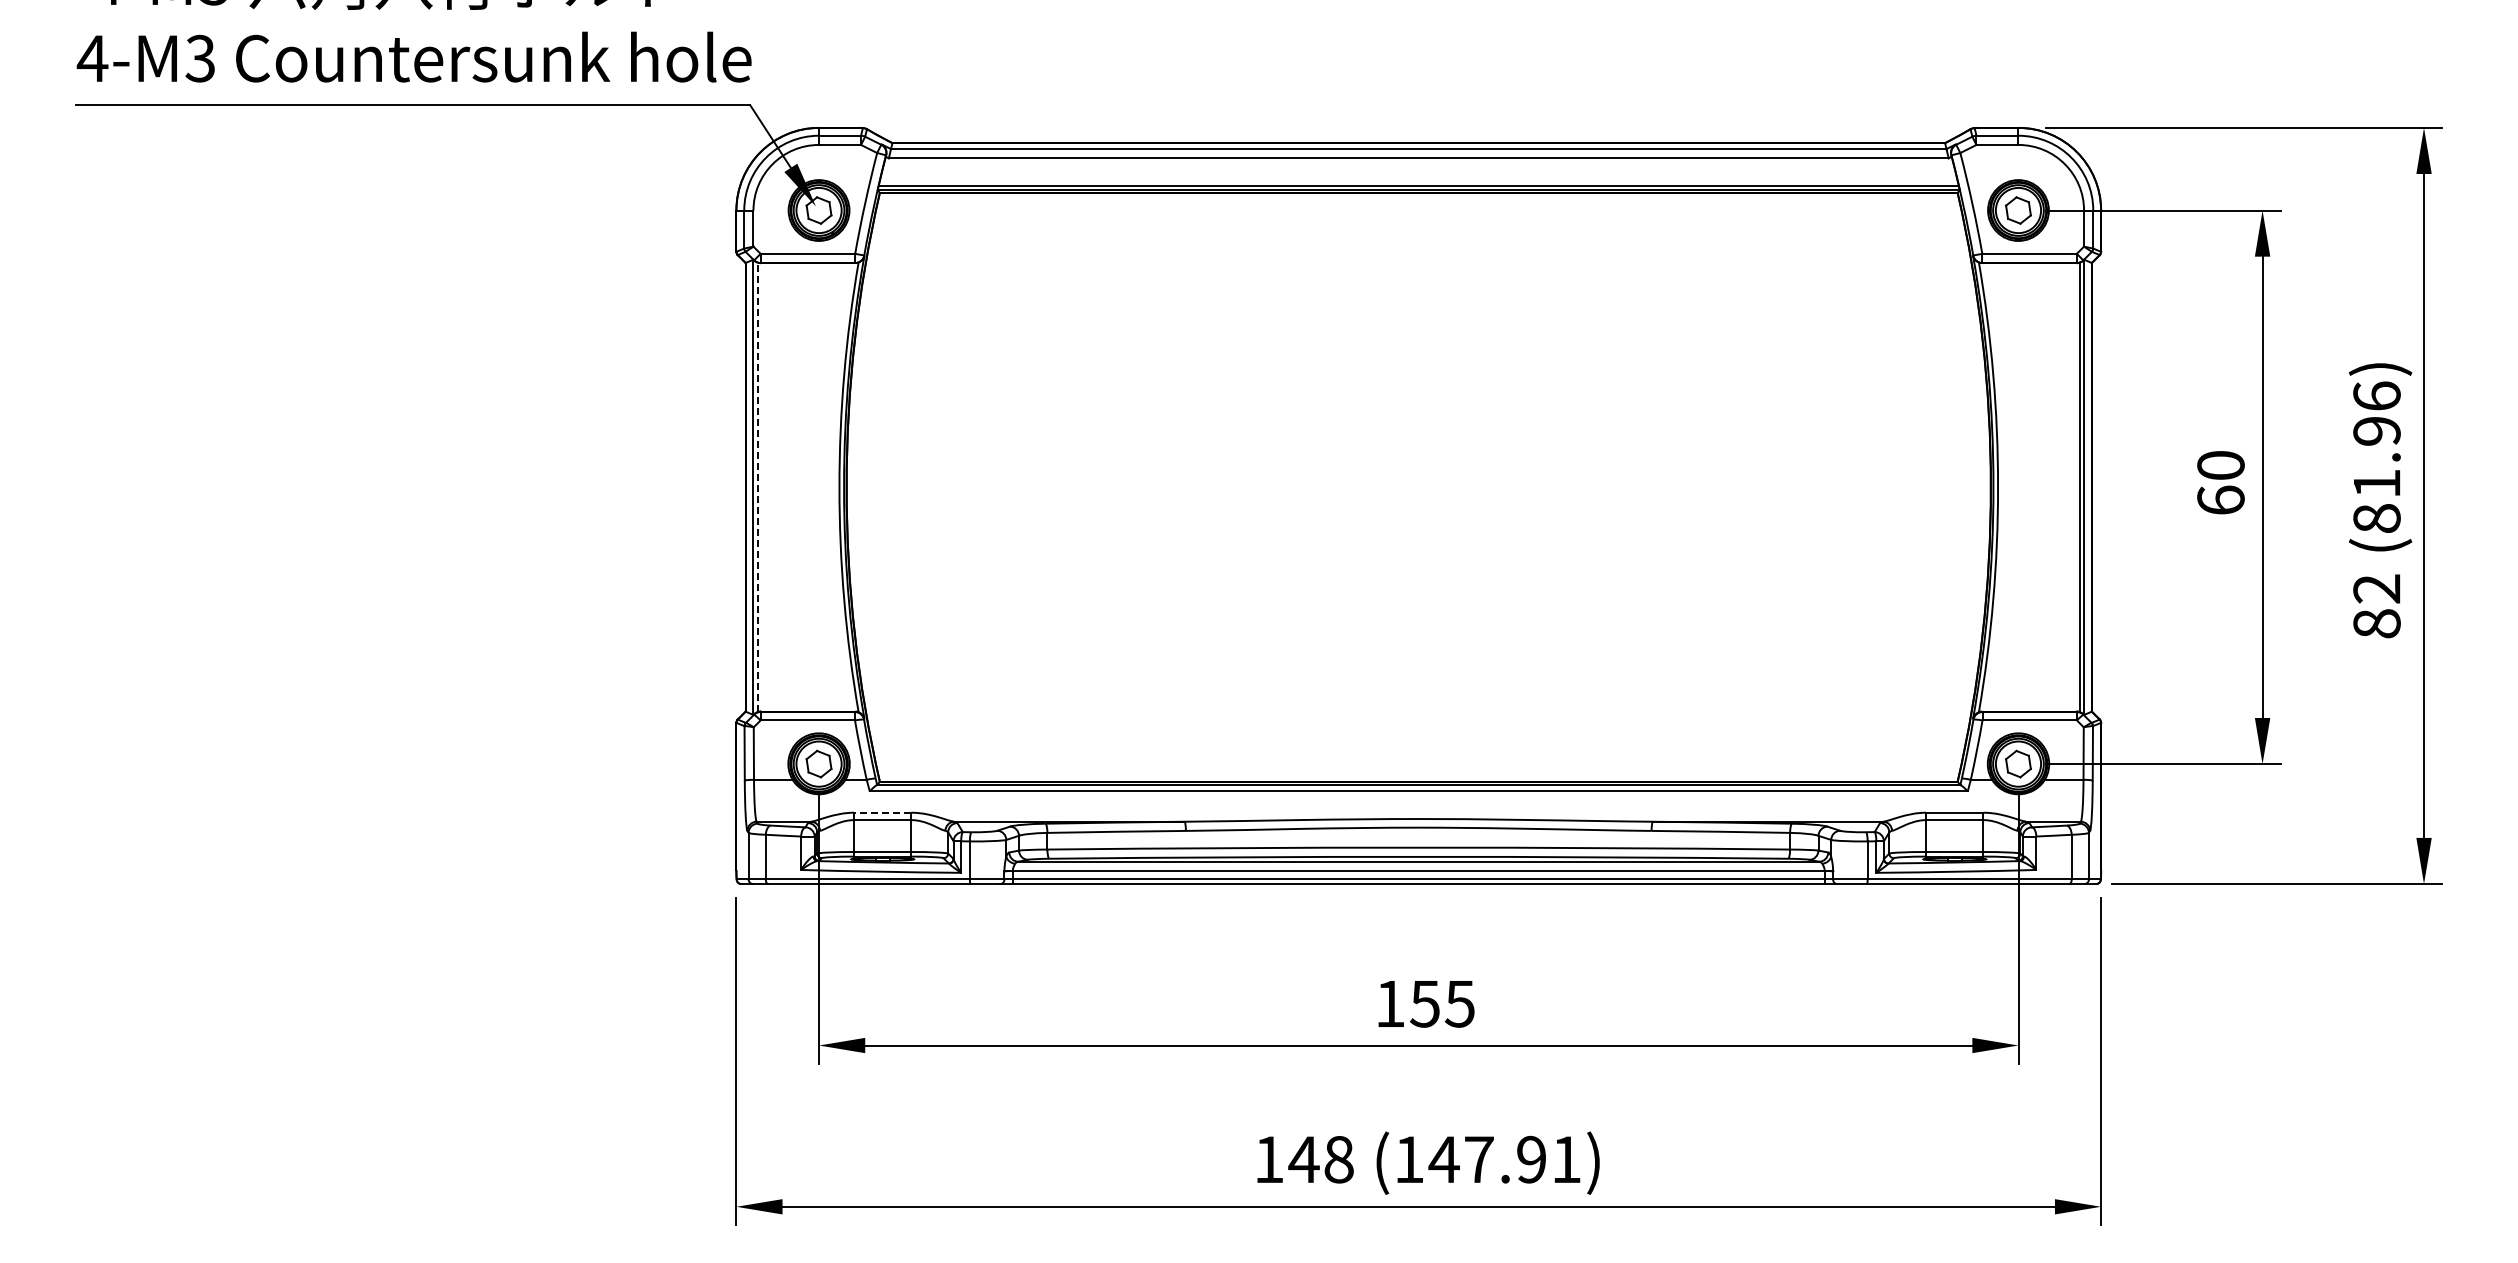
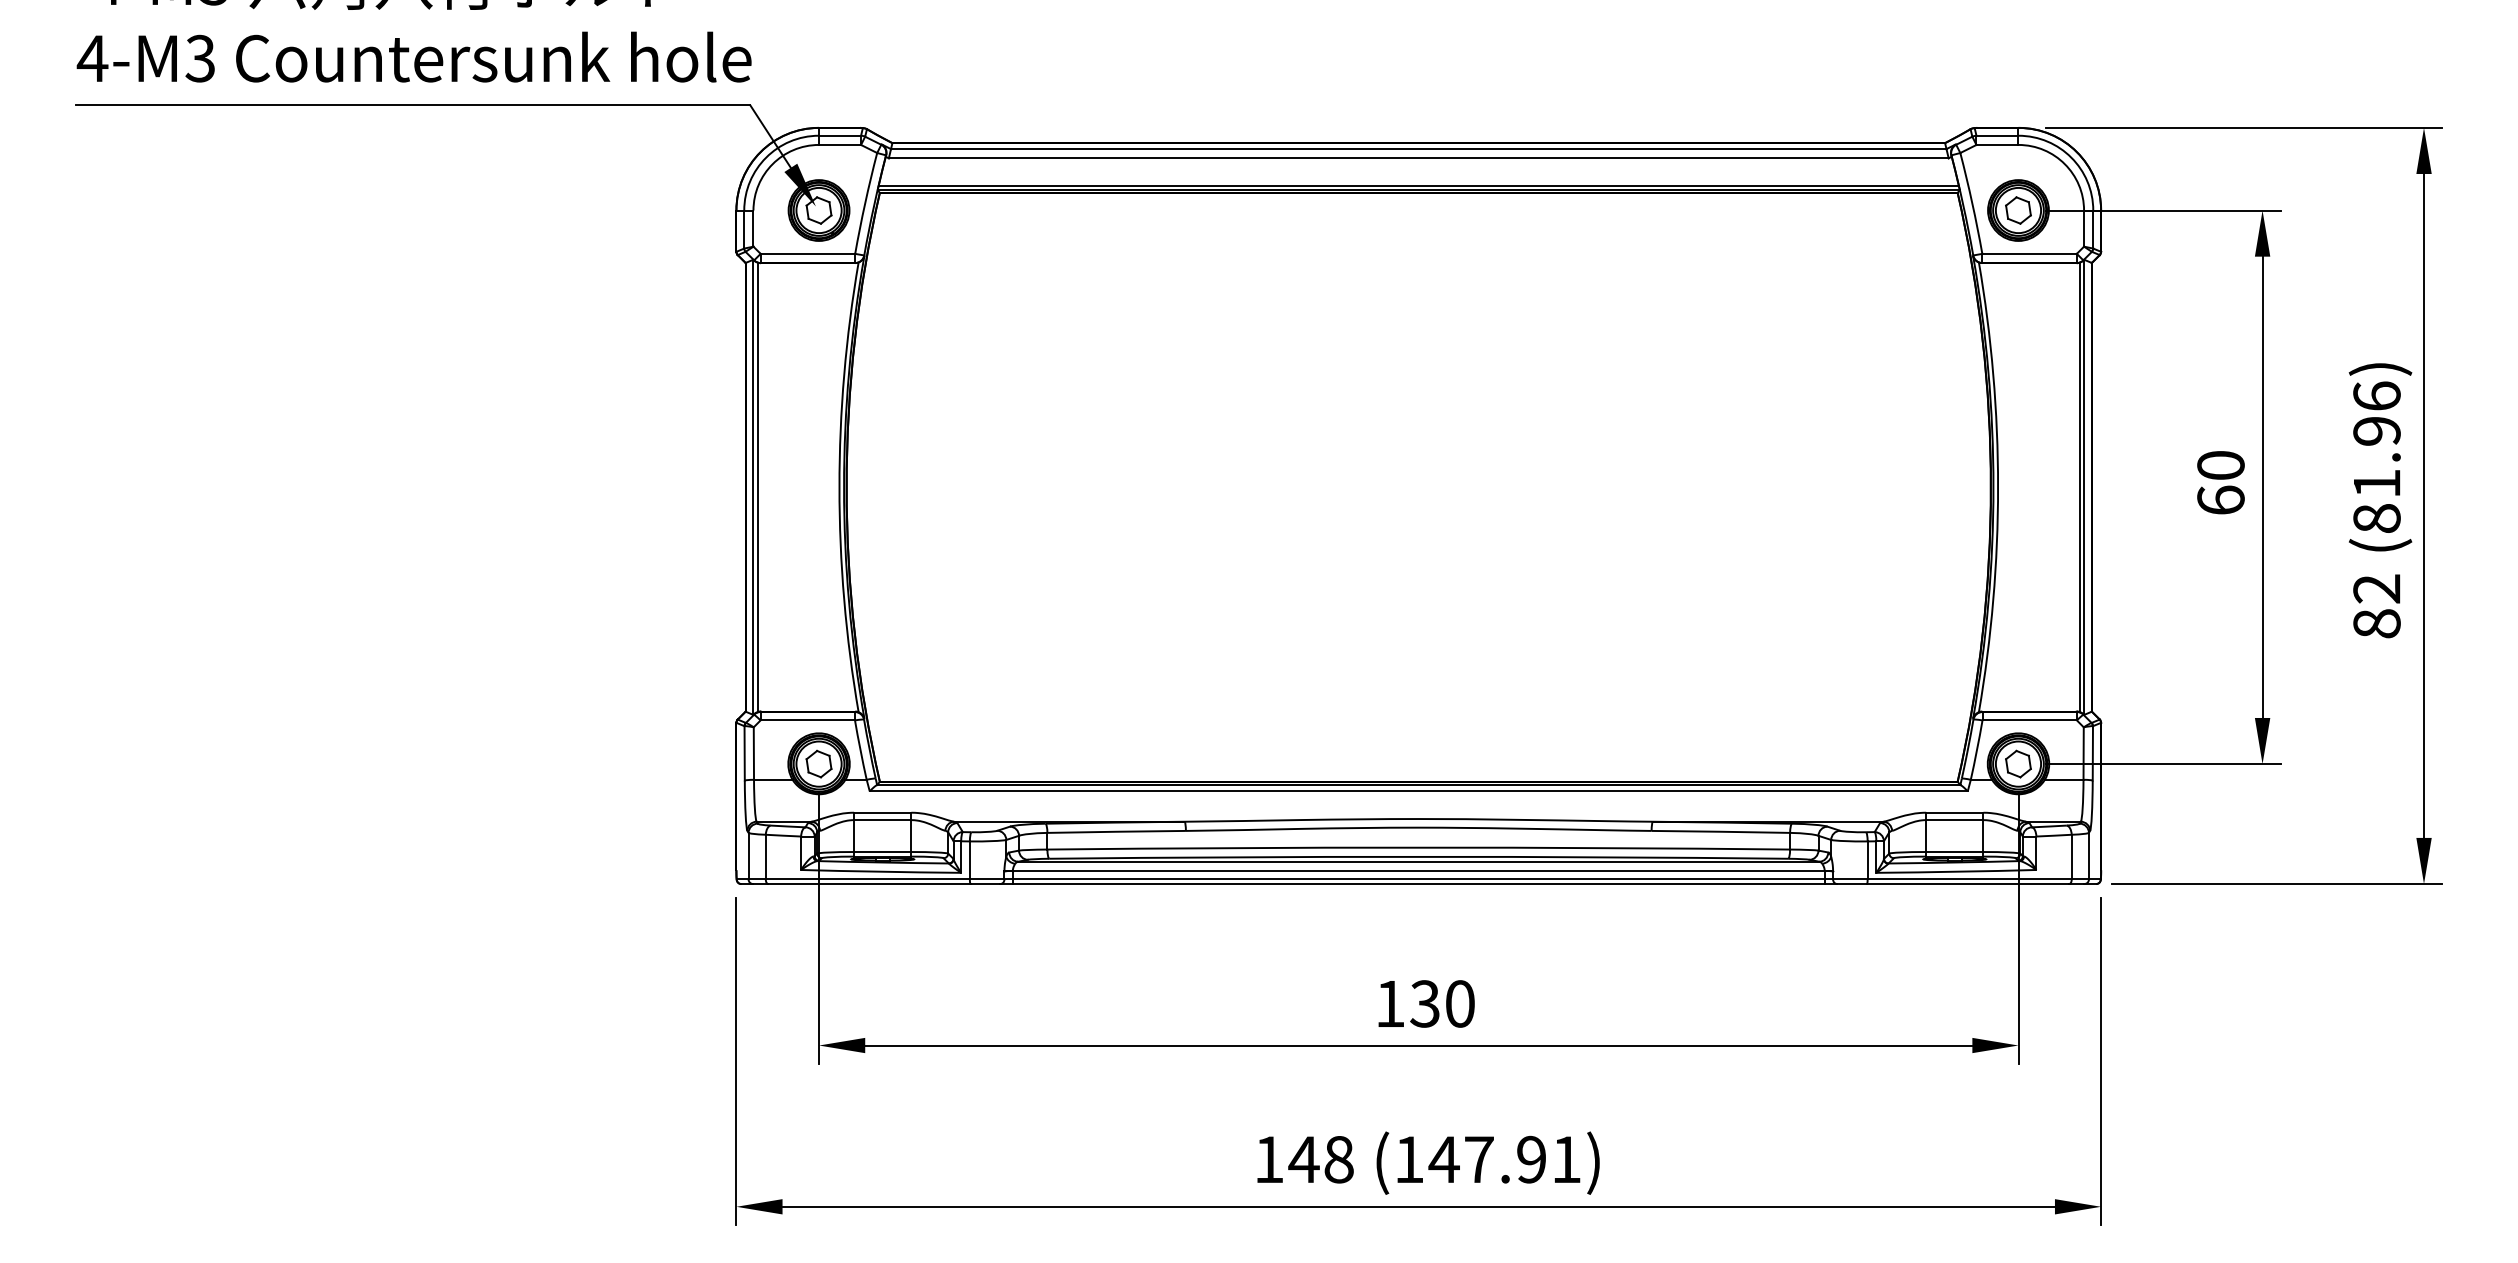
line at (757, 487): dashed -> solid
line at (882, 812): dashed -> solid
text at (1442, 1003): 155 -> 130
